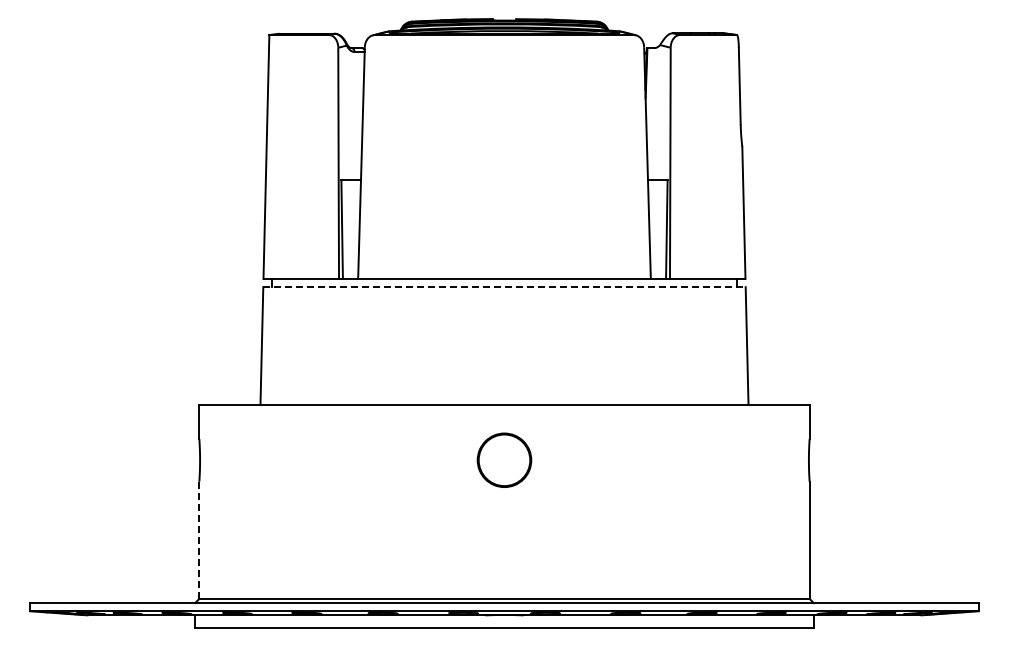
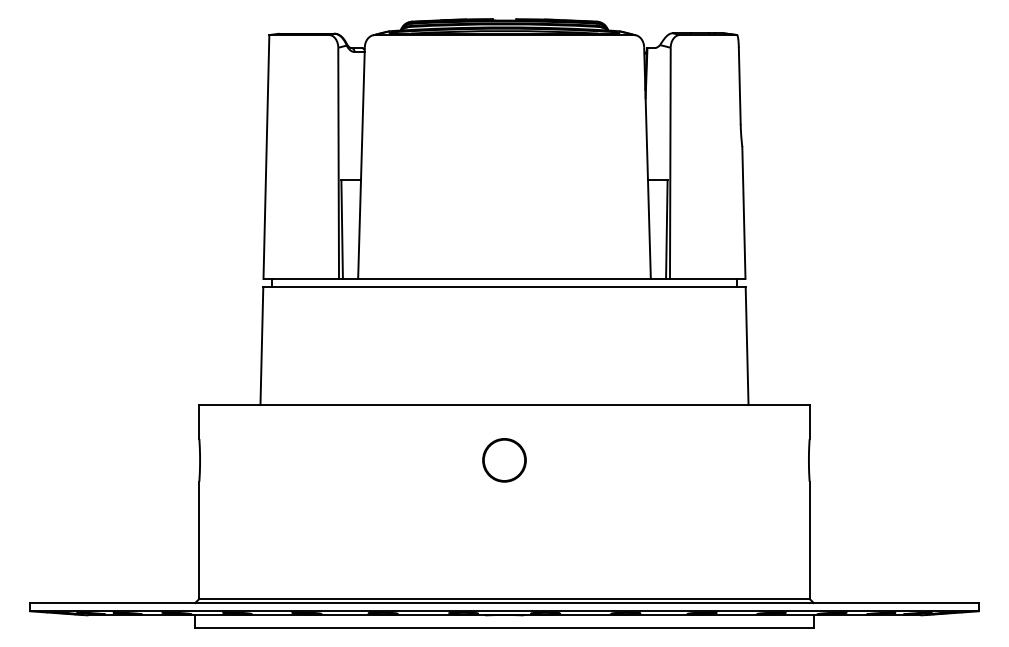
line at (504, 287): dashed -> solid
part at (504, 459) size: 57x56 px -> 45x45 px
line at (199, 540): dashed -> solid
